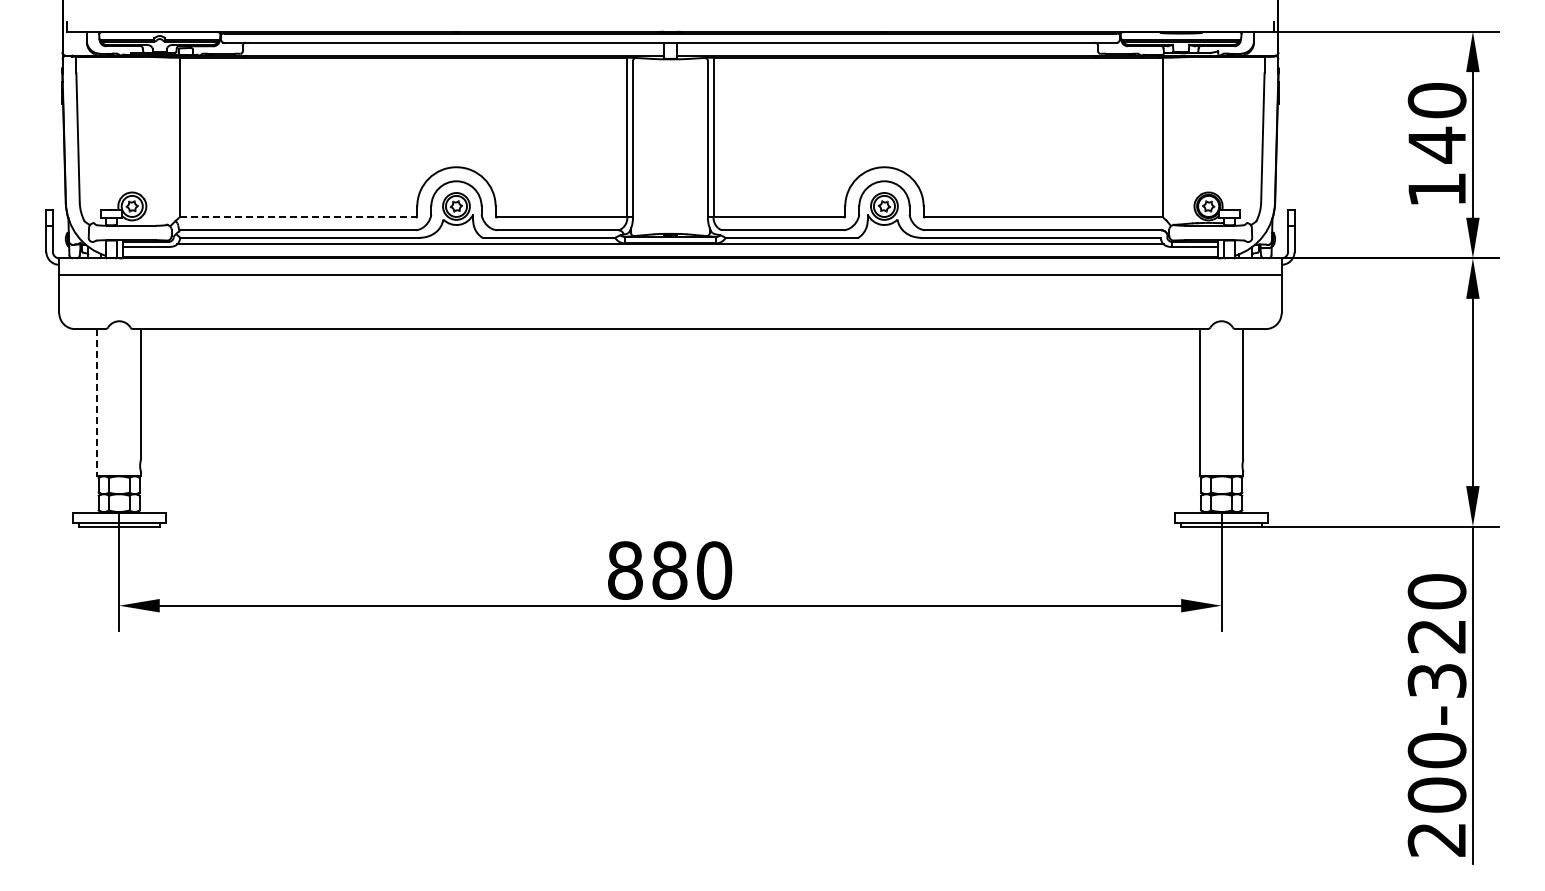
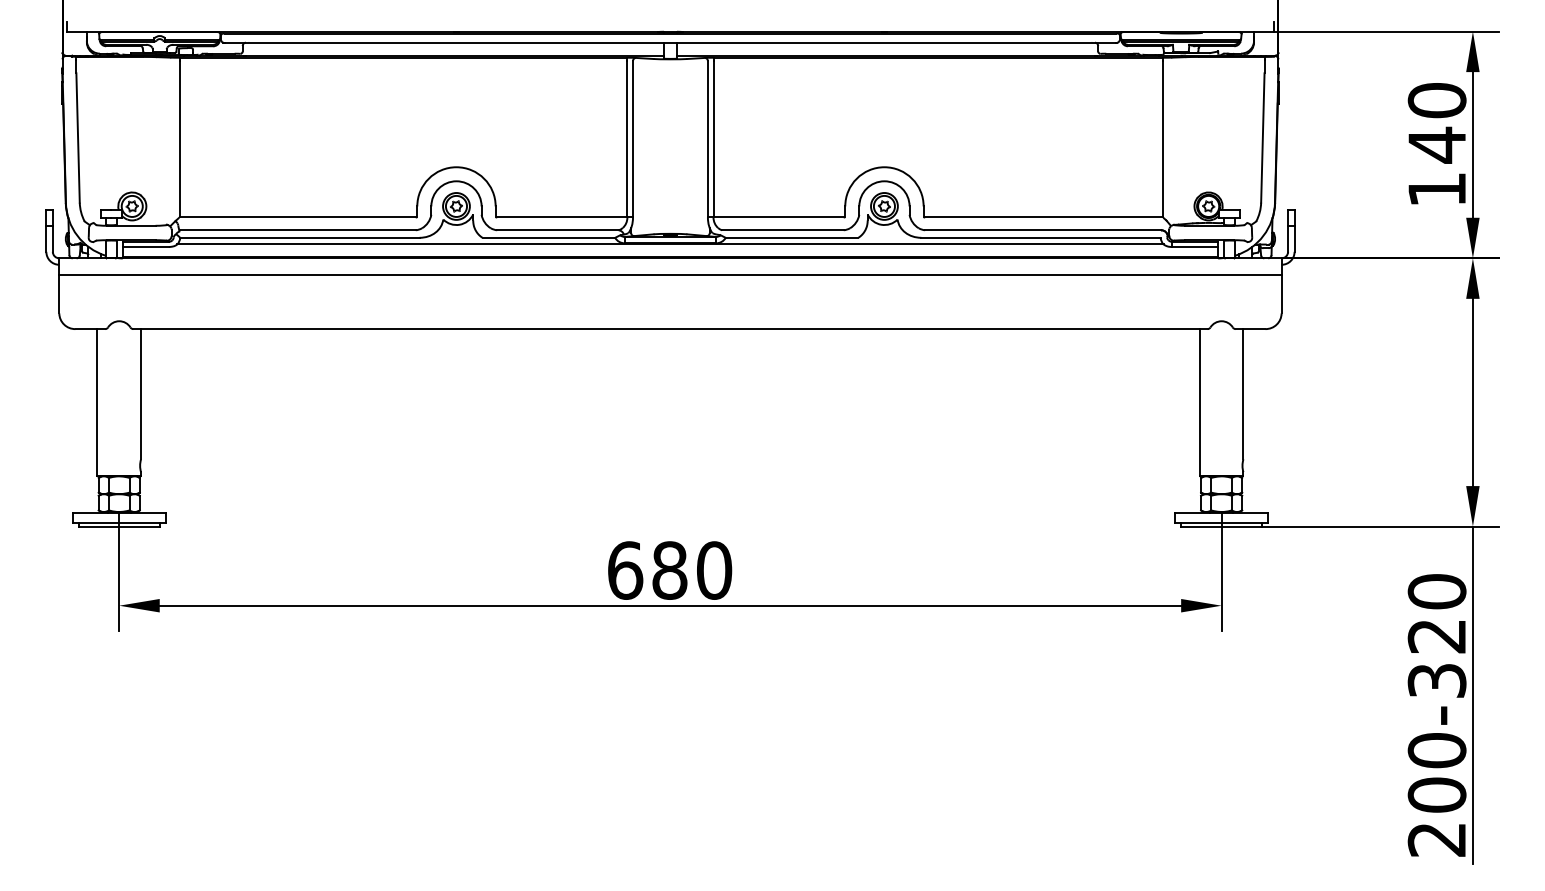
line at (298, 217): dashed -> solid
line at (97, 402): dashed -> solid
text at (625, 570): 880 -> 680
